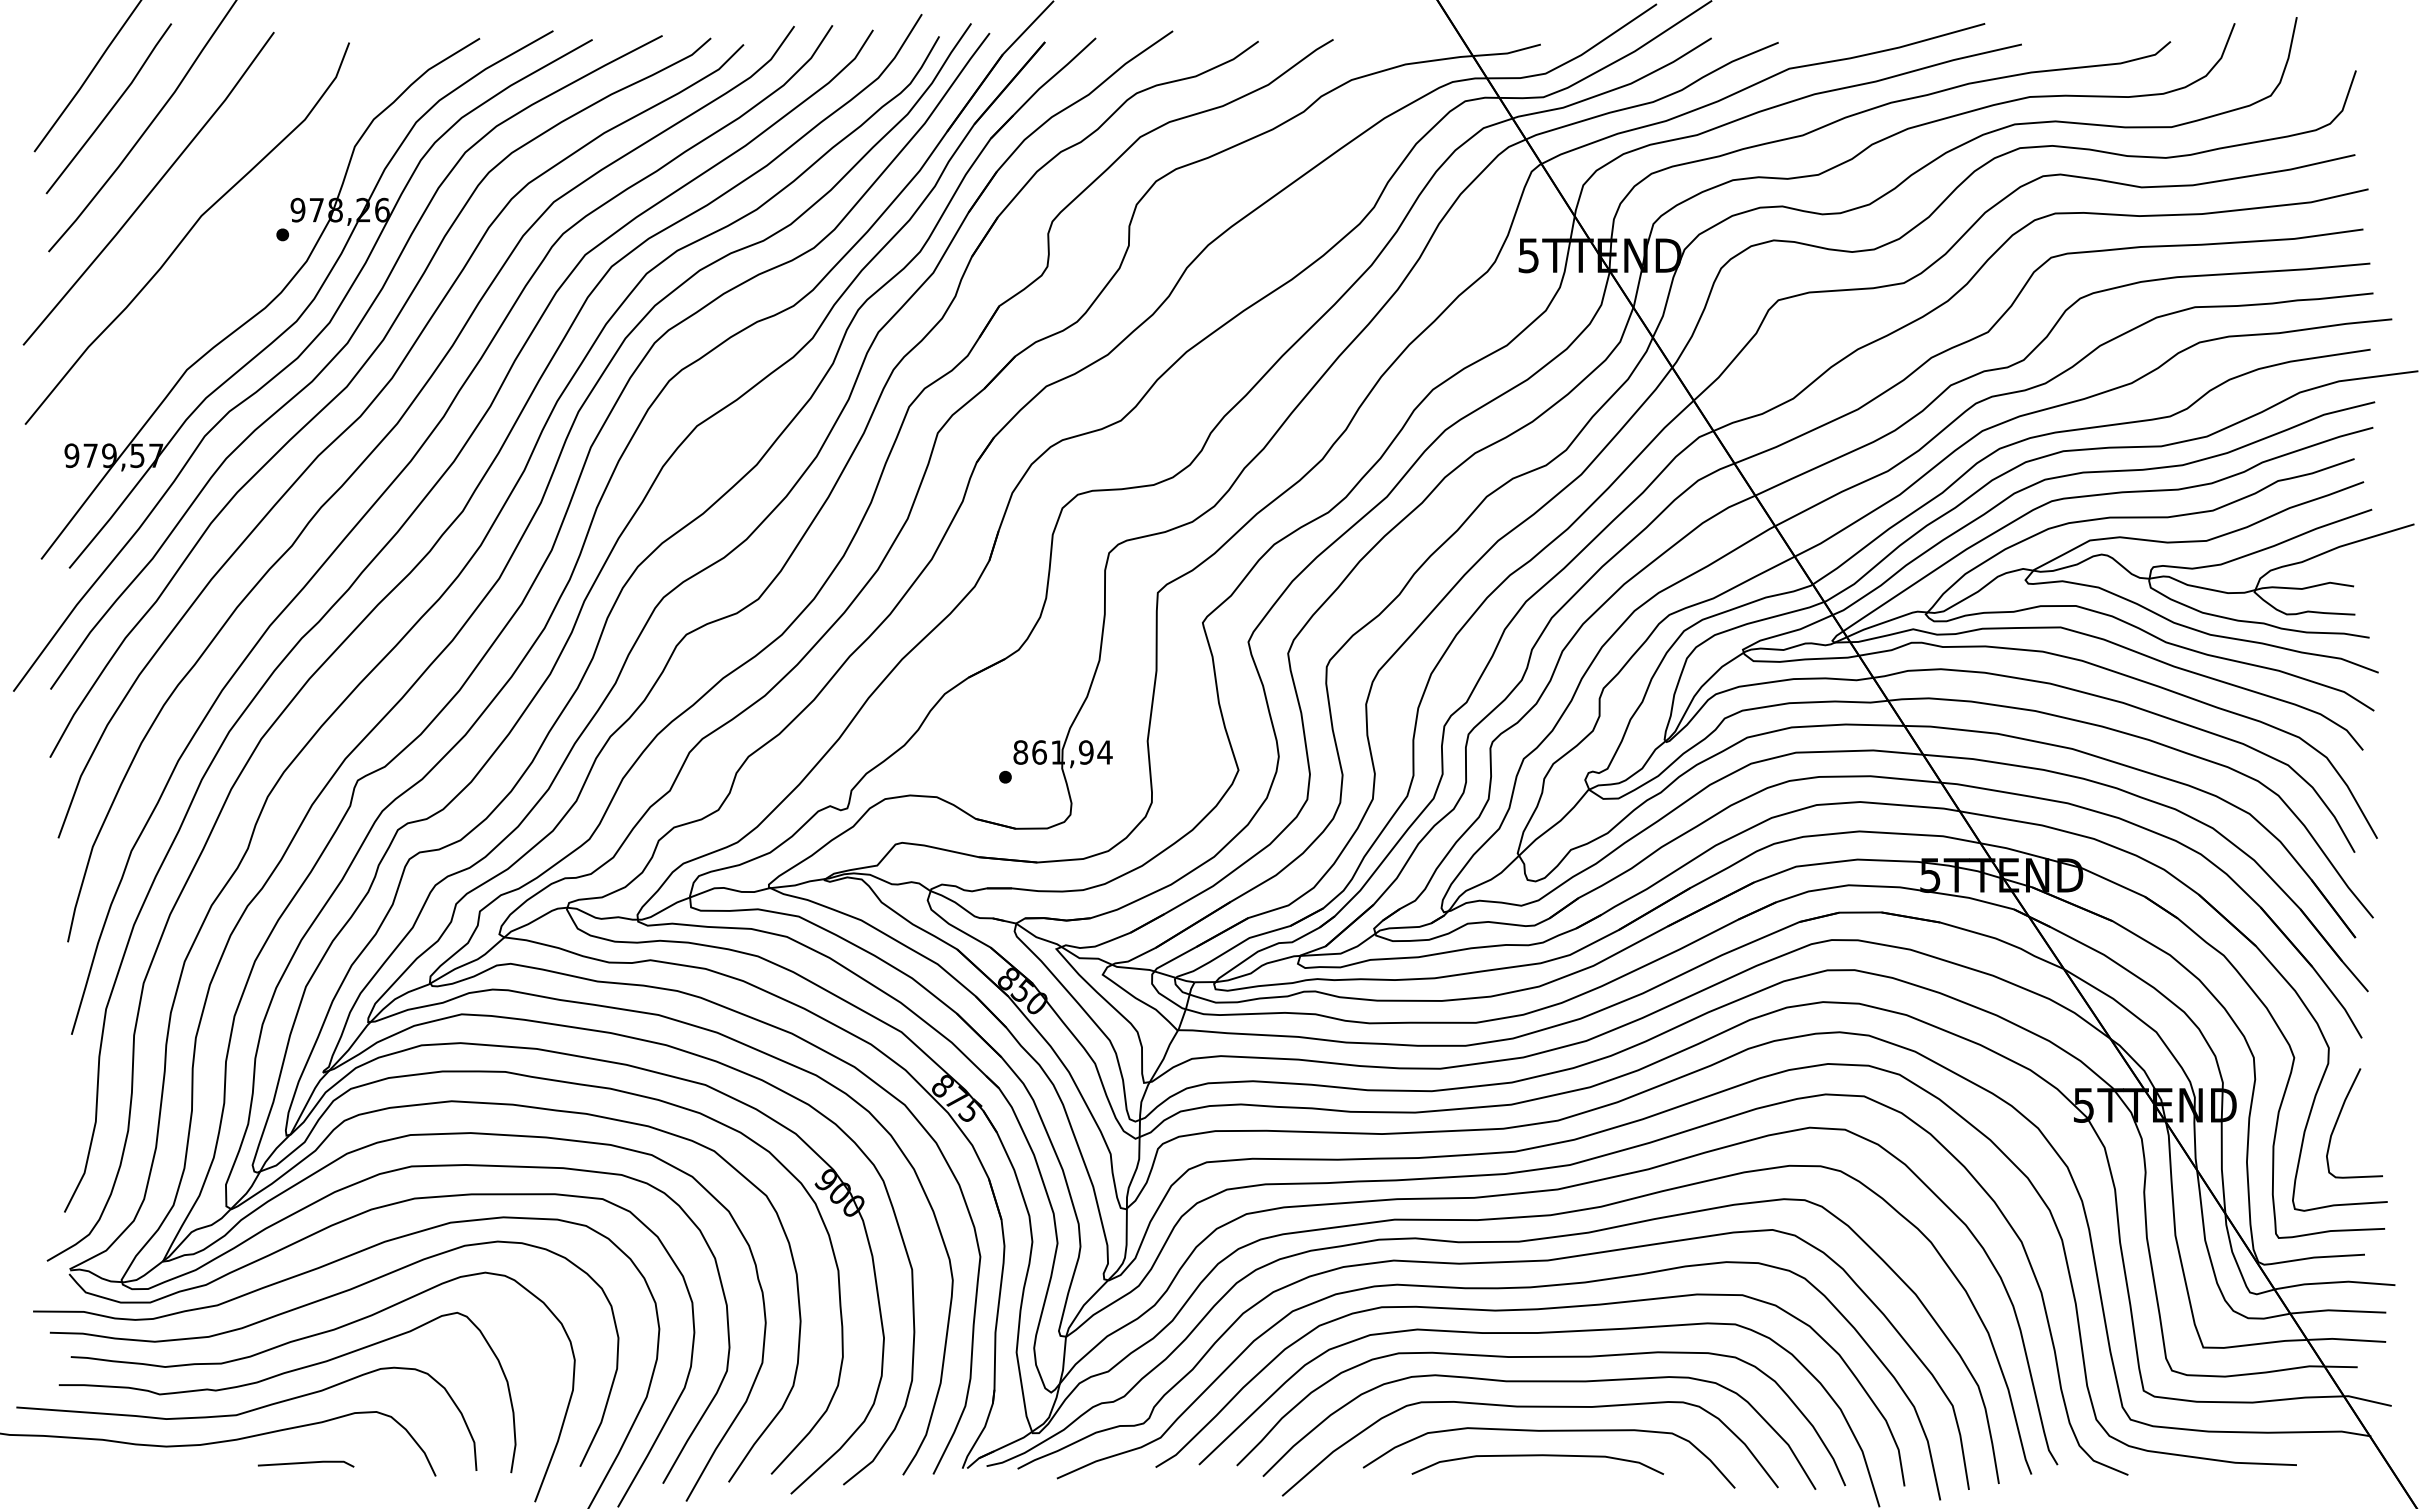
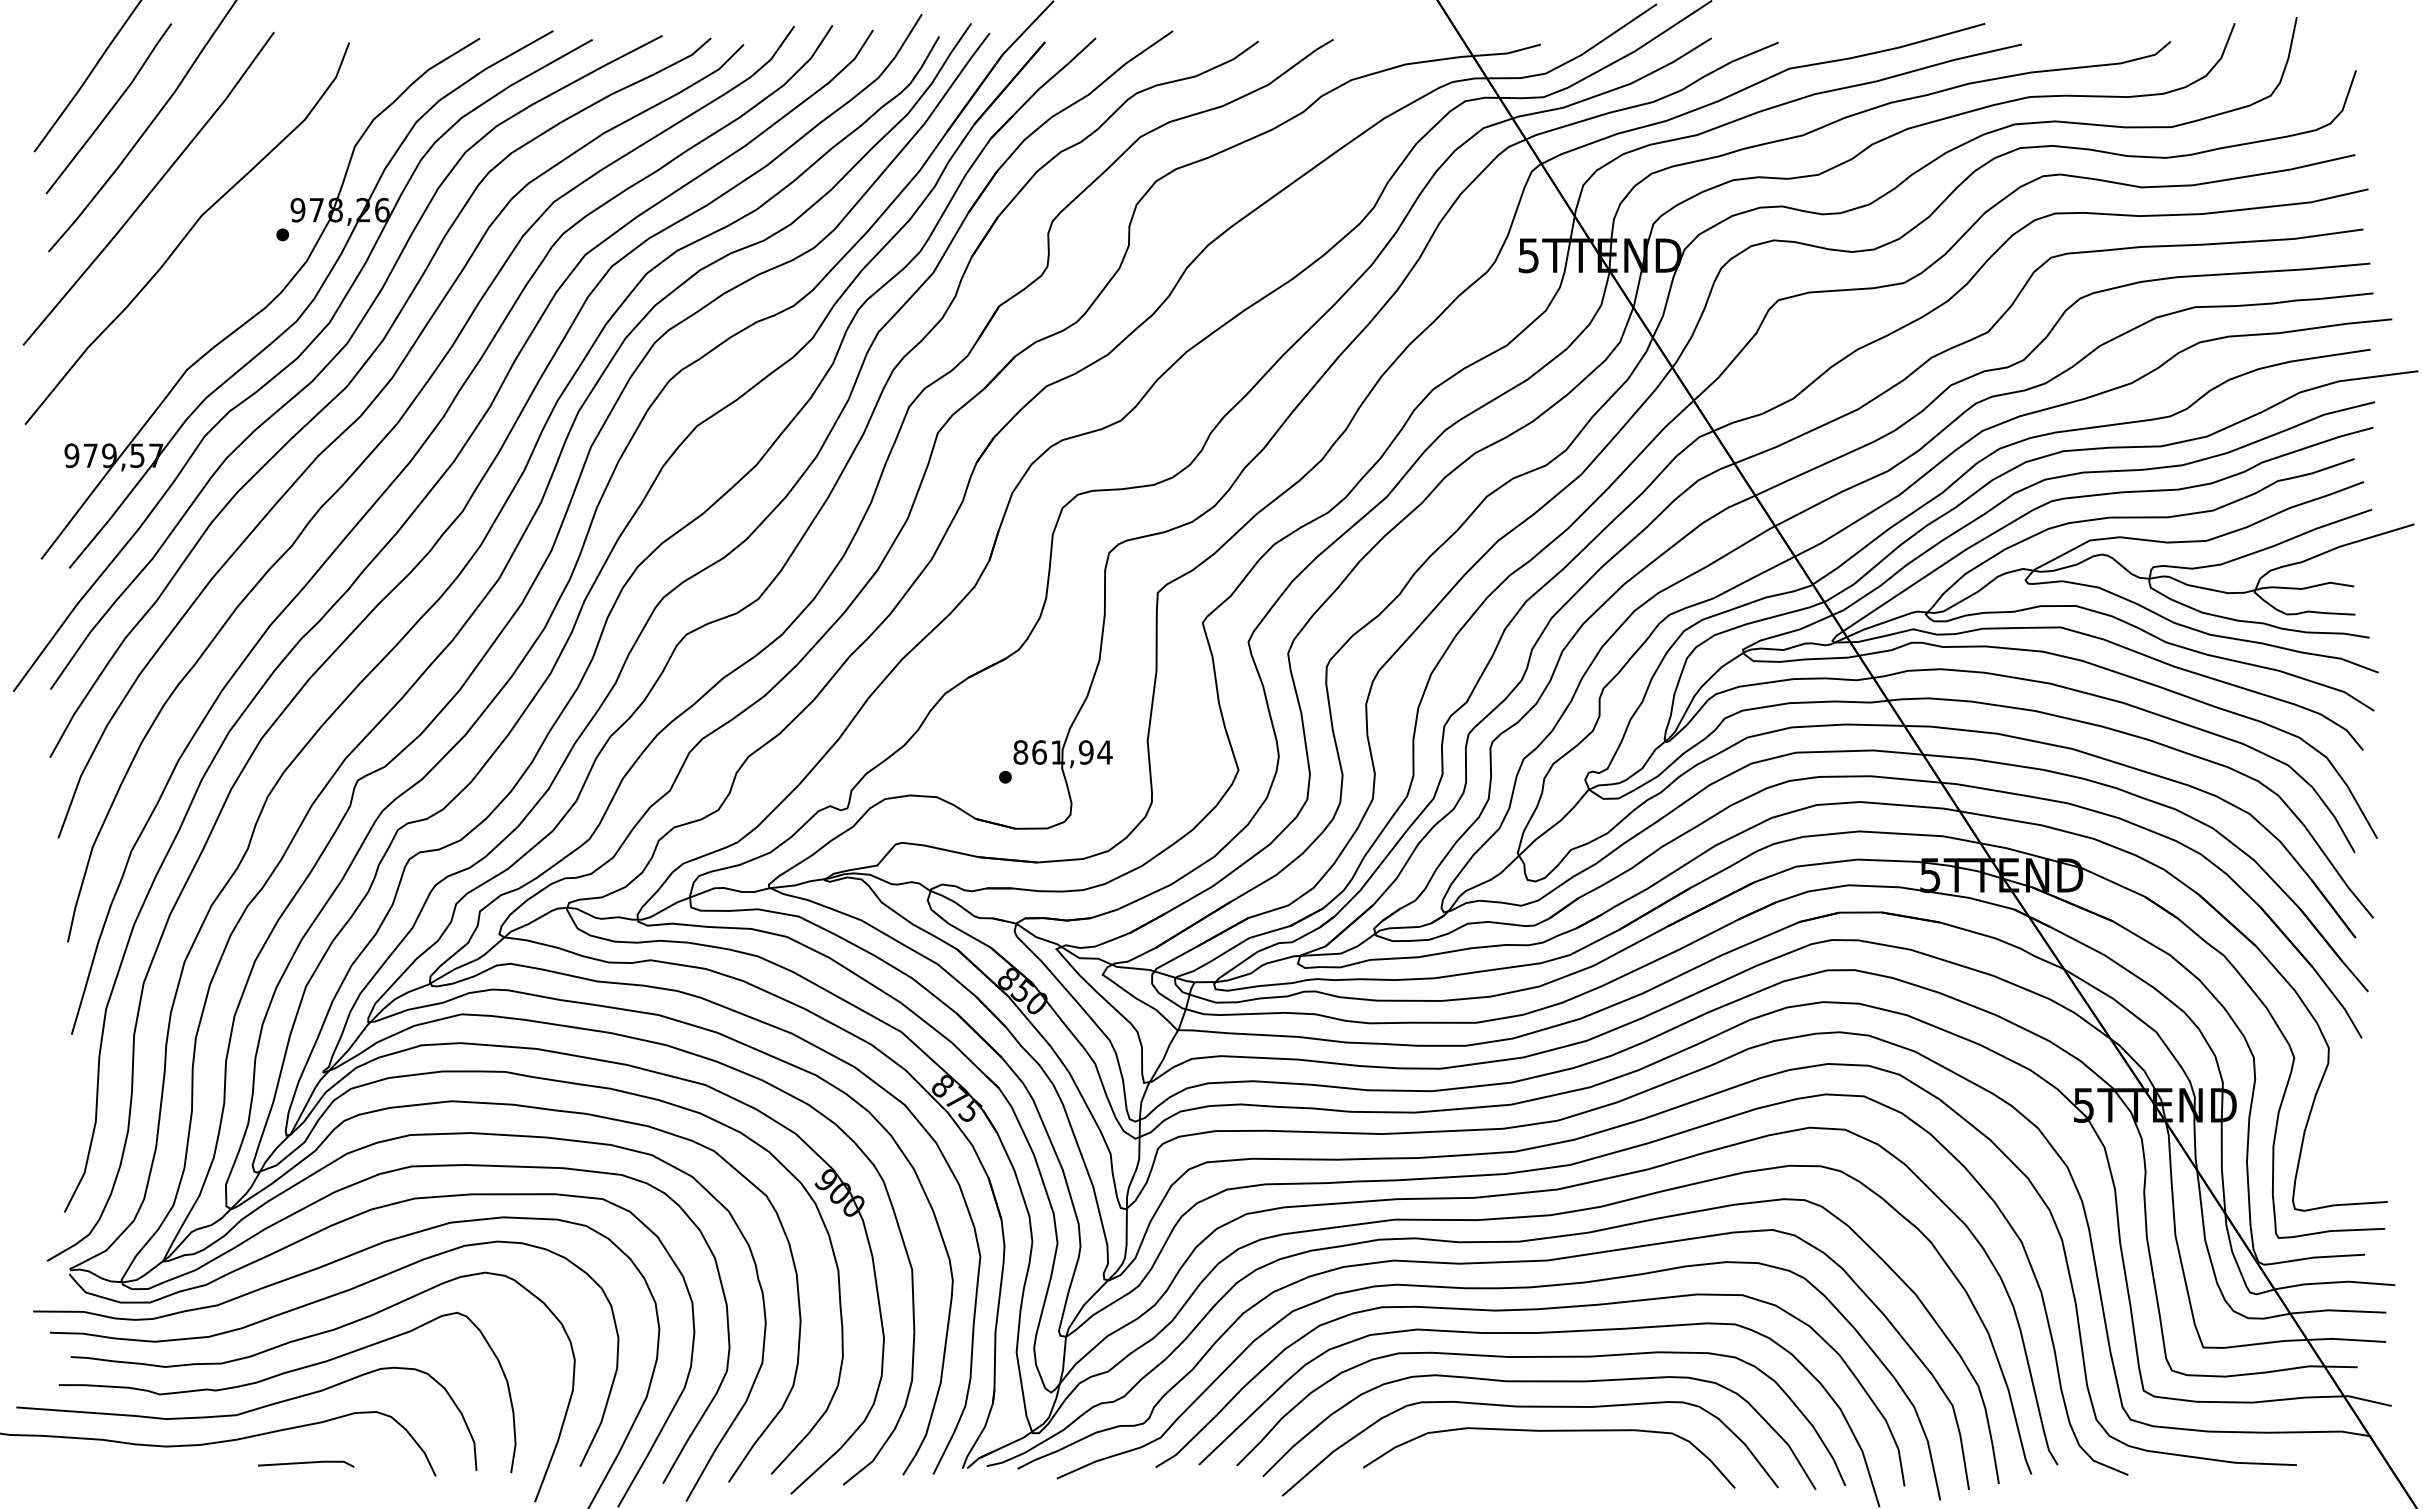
curve at (2340, 1115): present -> none
part at (1537, 1456): present -> none
